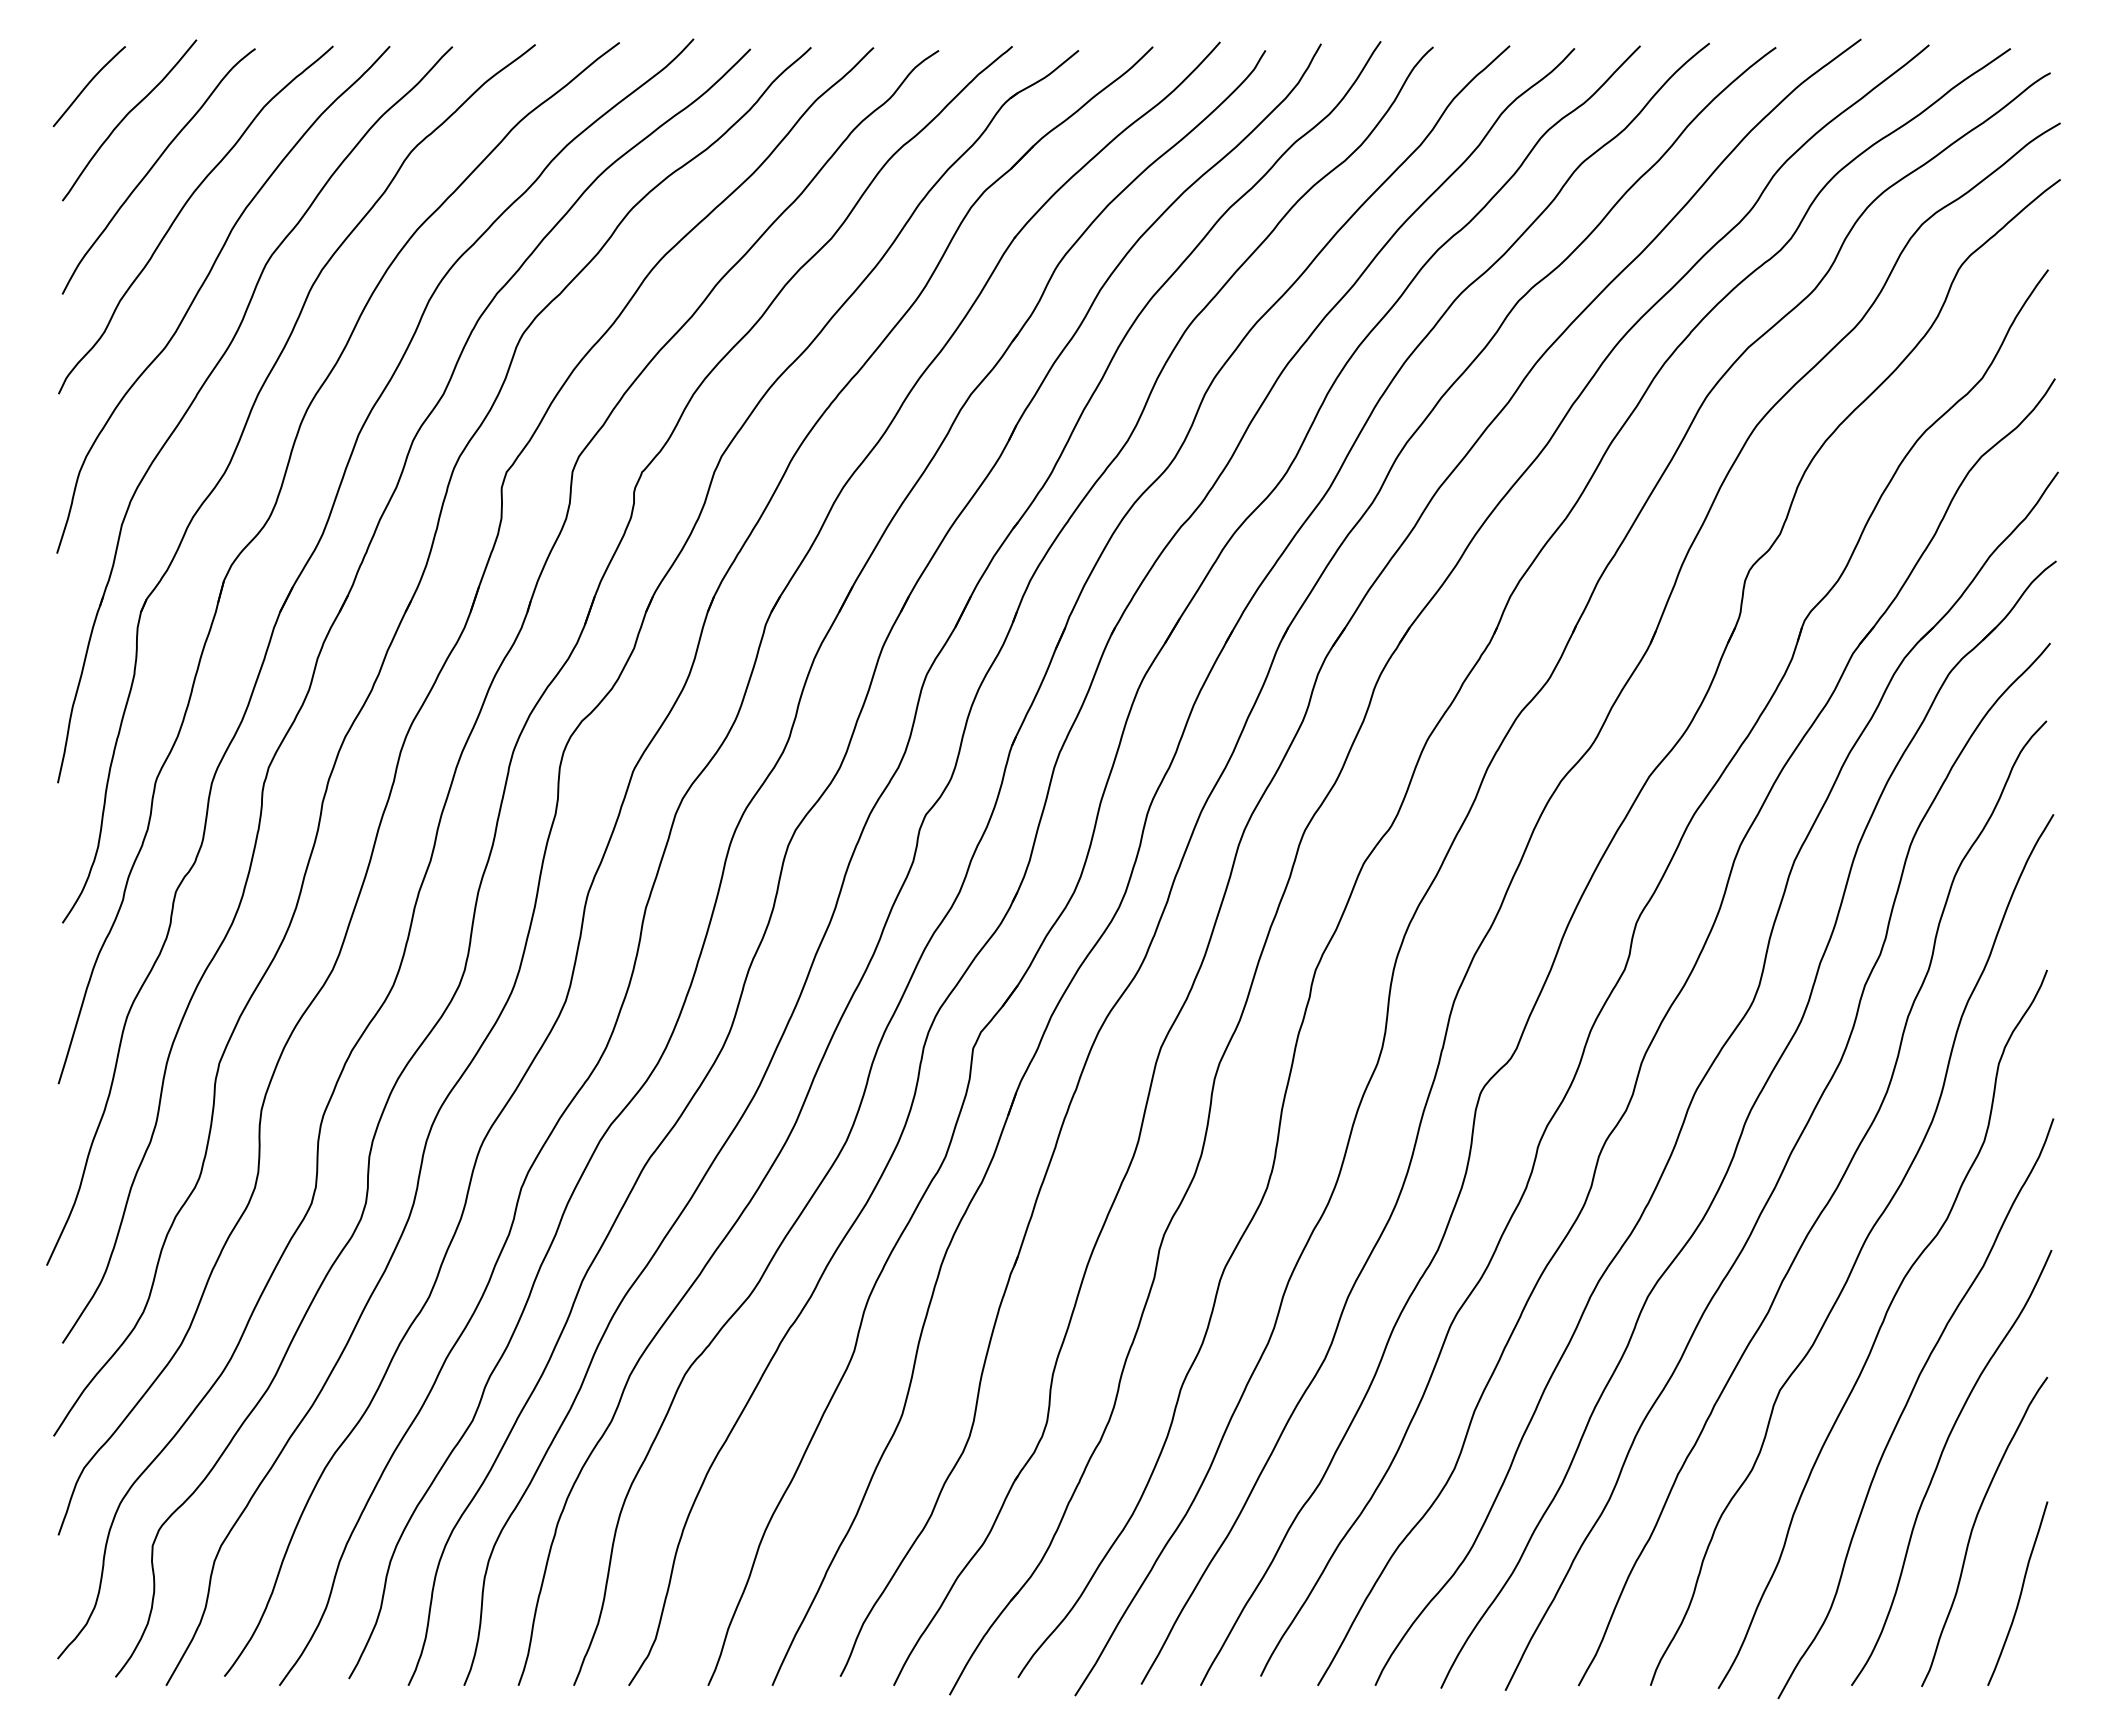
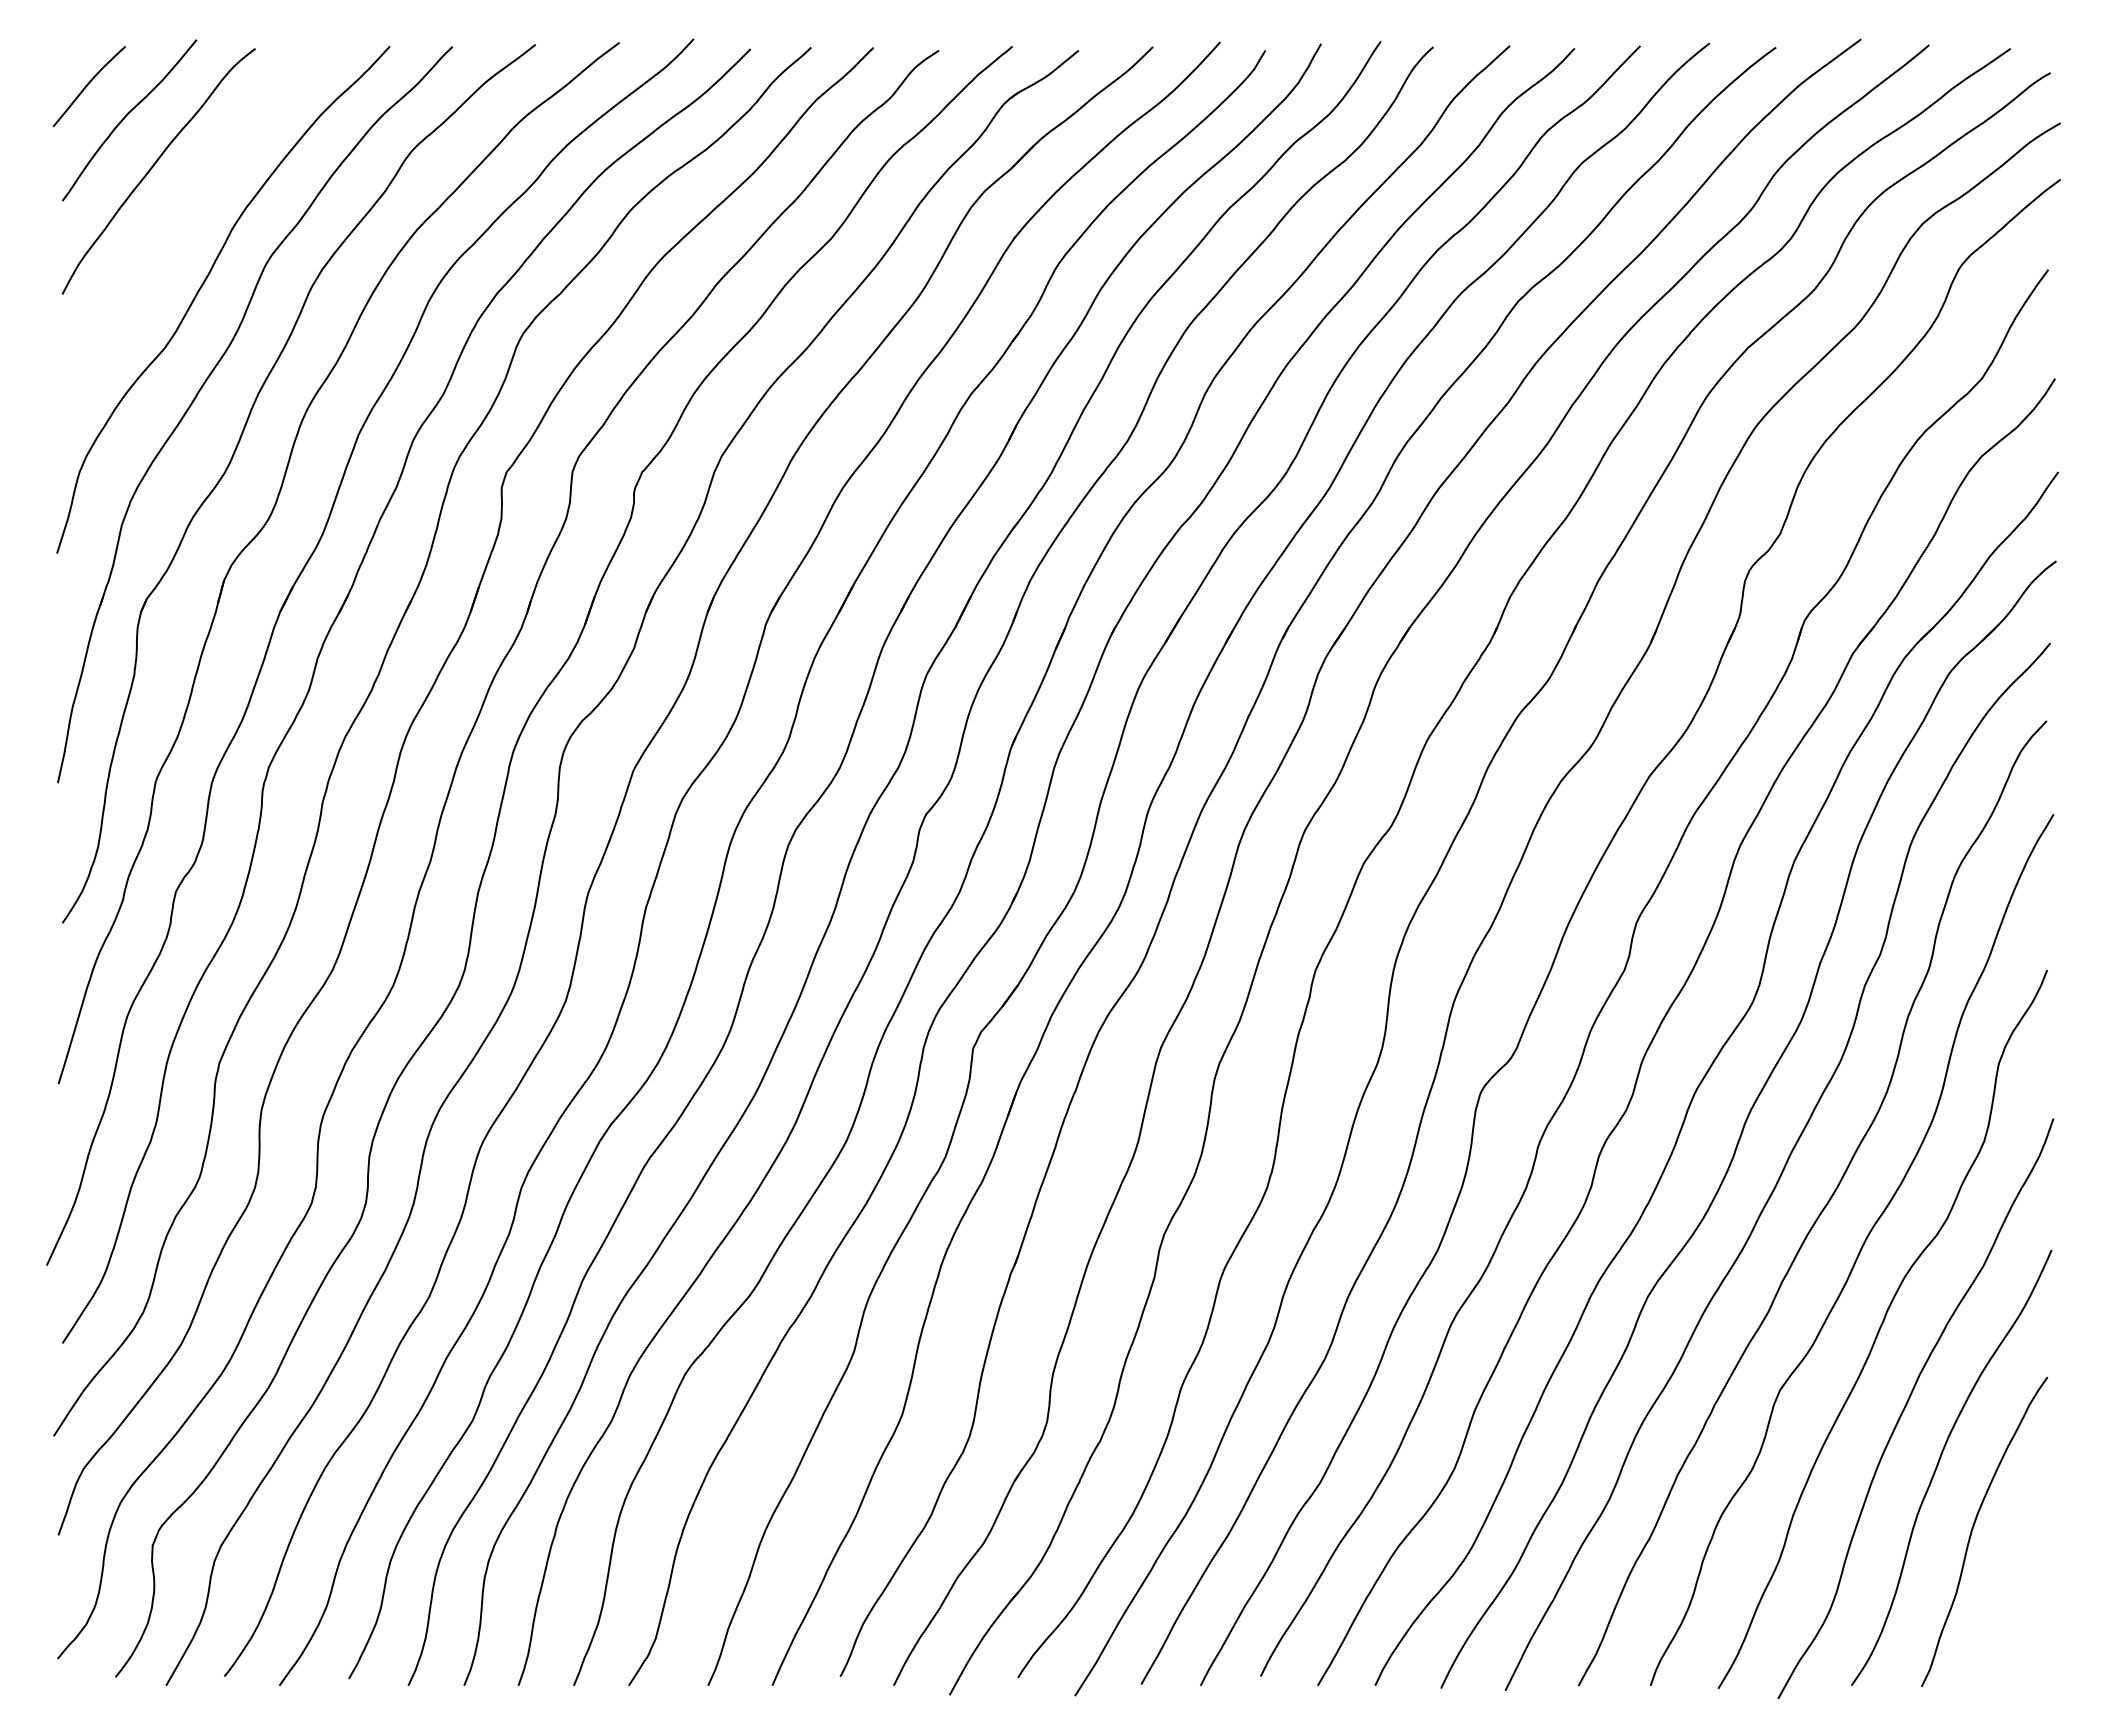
curve at (182, 210): present -> none
curve at (2019, 1594): present -> none
